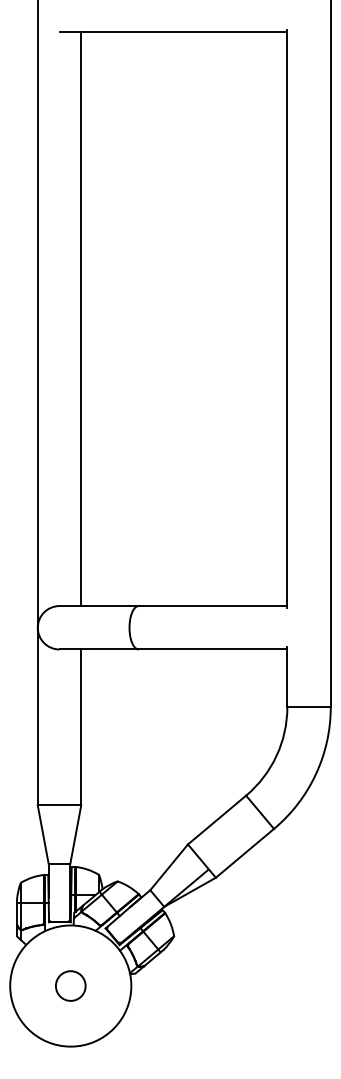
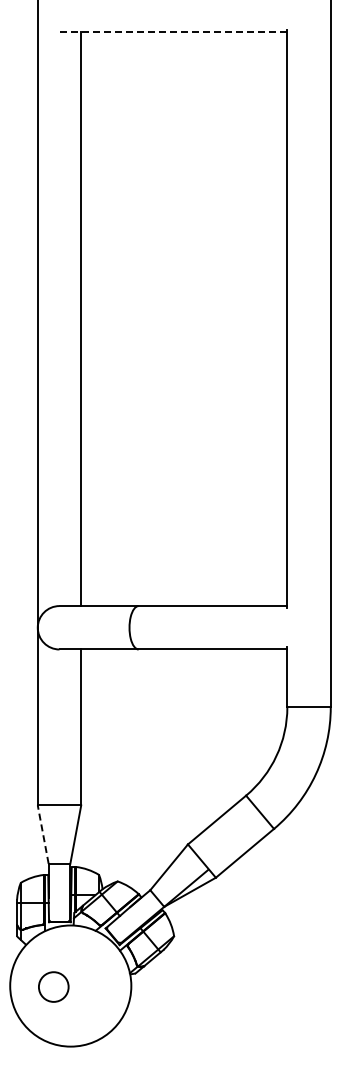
line at (173, 32): solid -> dashed
line at (43, 834): solid -> dashed
circle at (70, 985) position: (70, 985) -> (53, 986)
